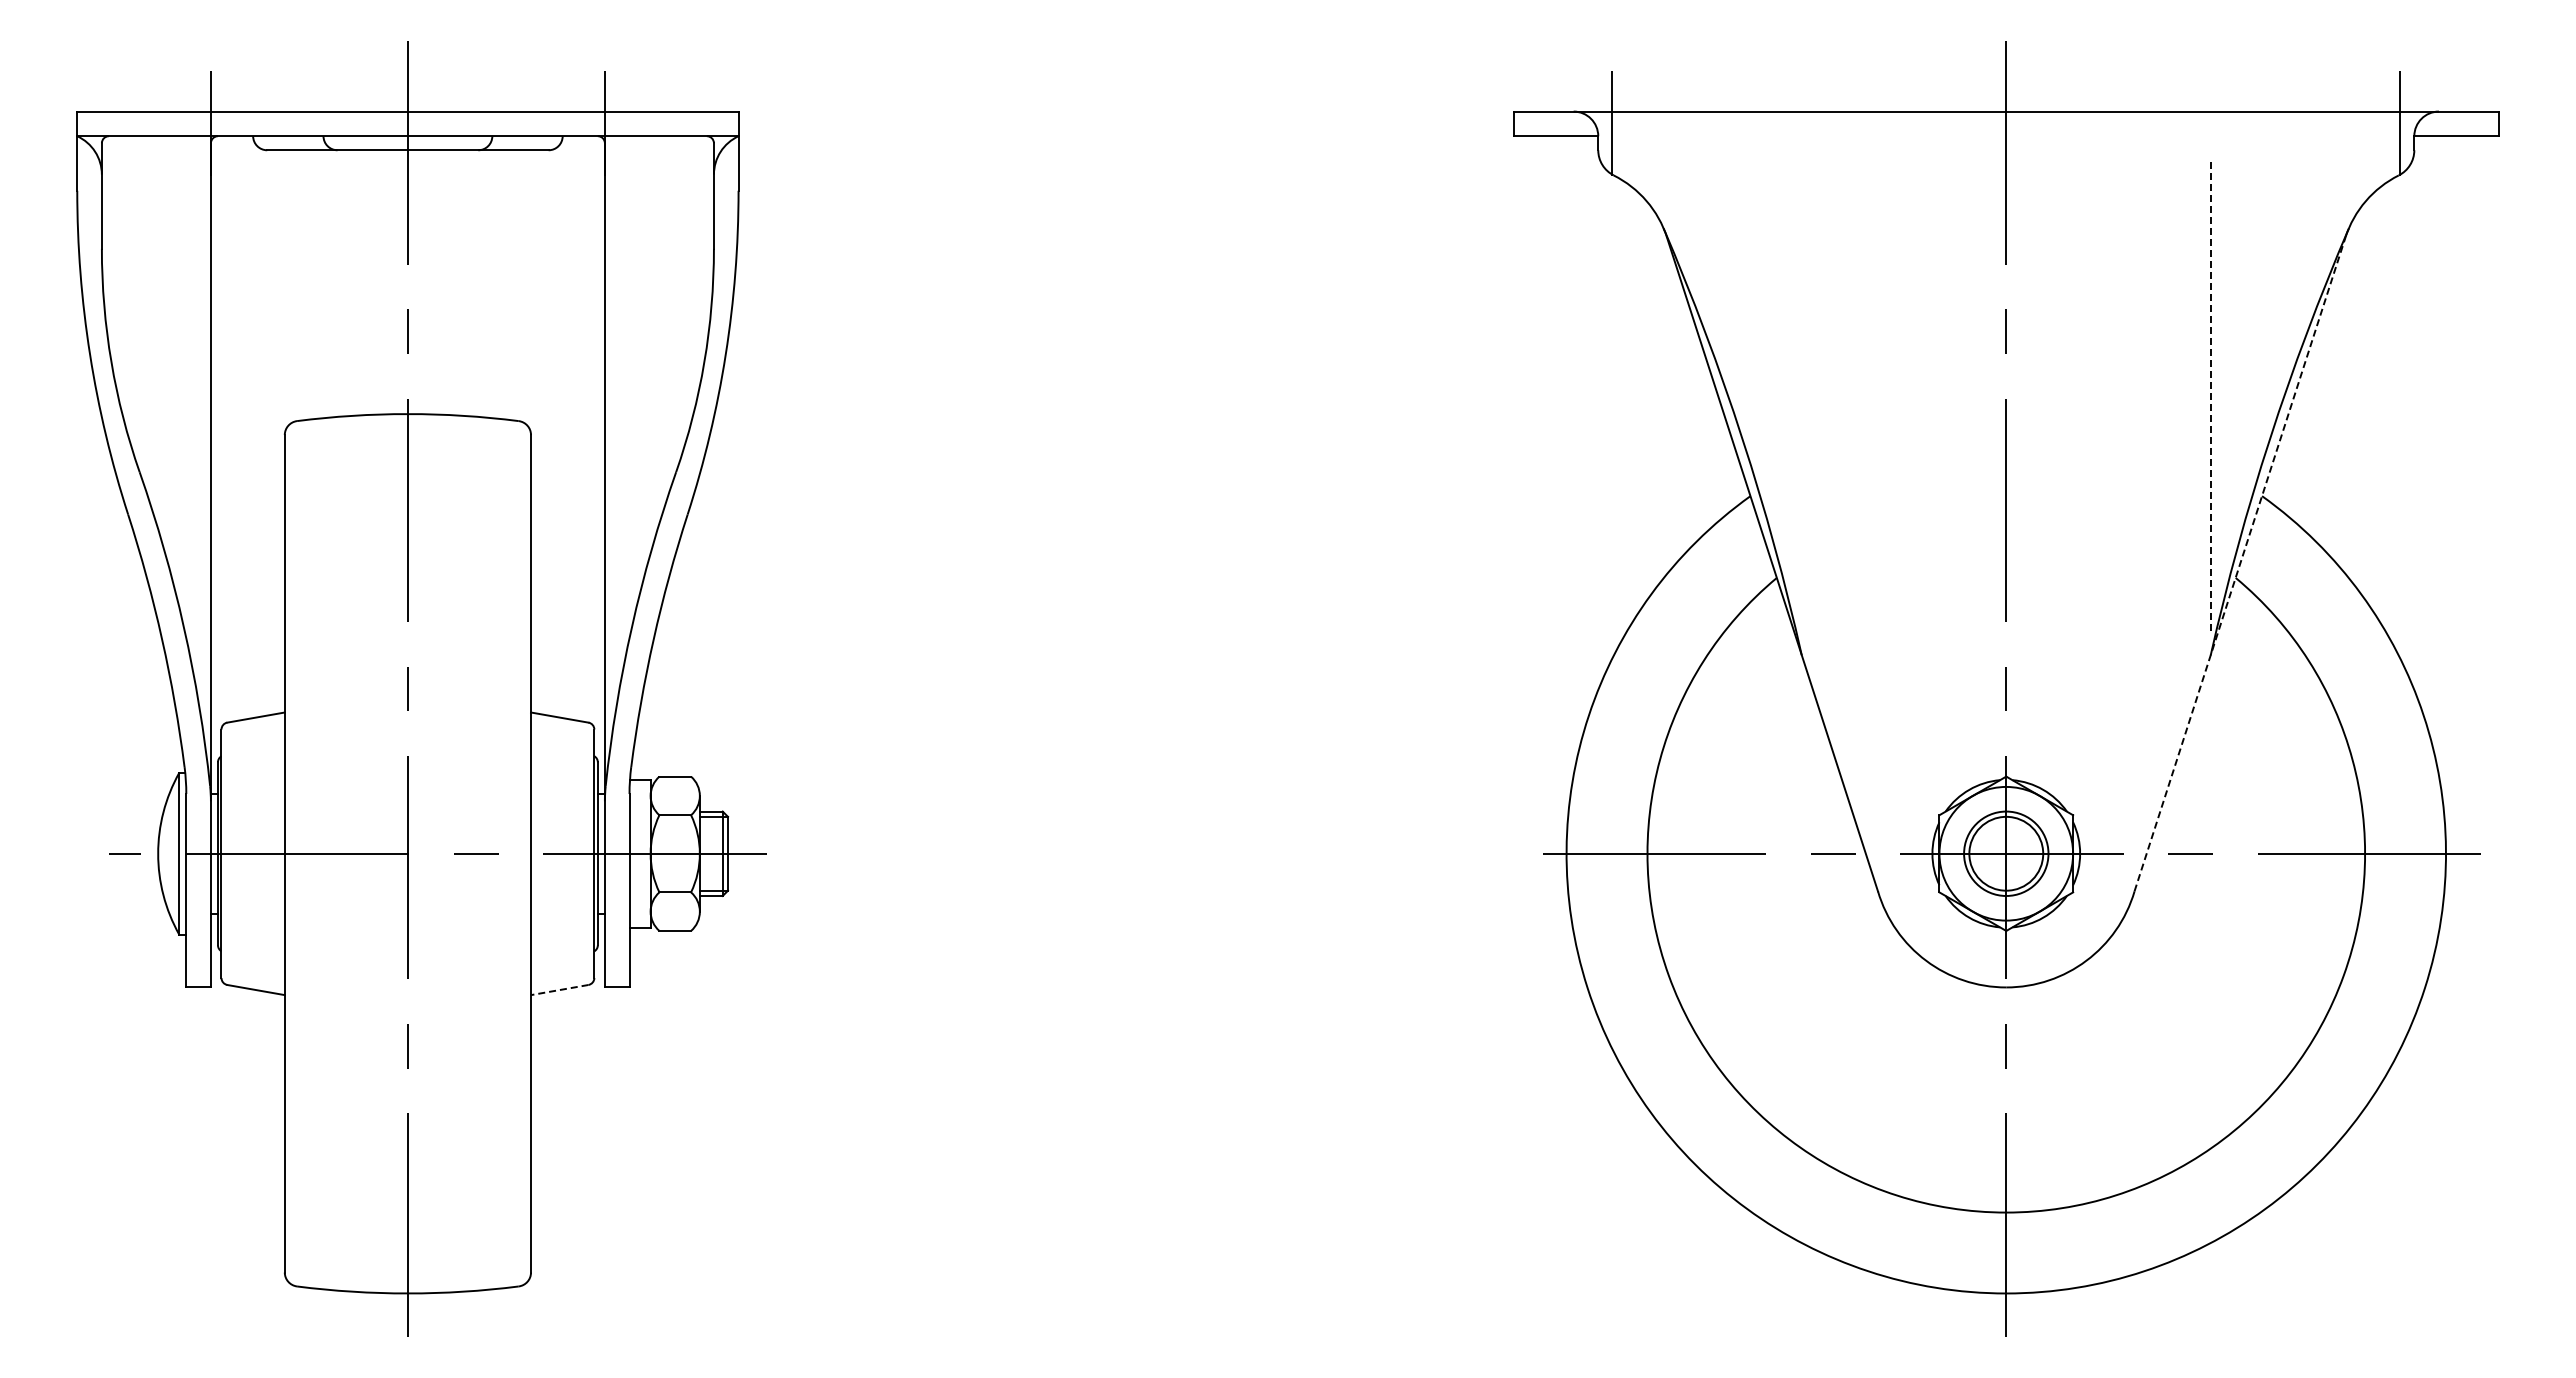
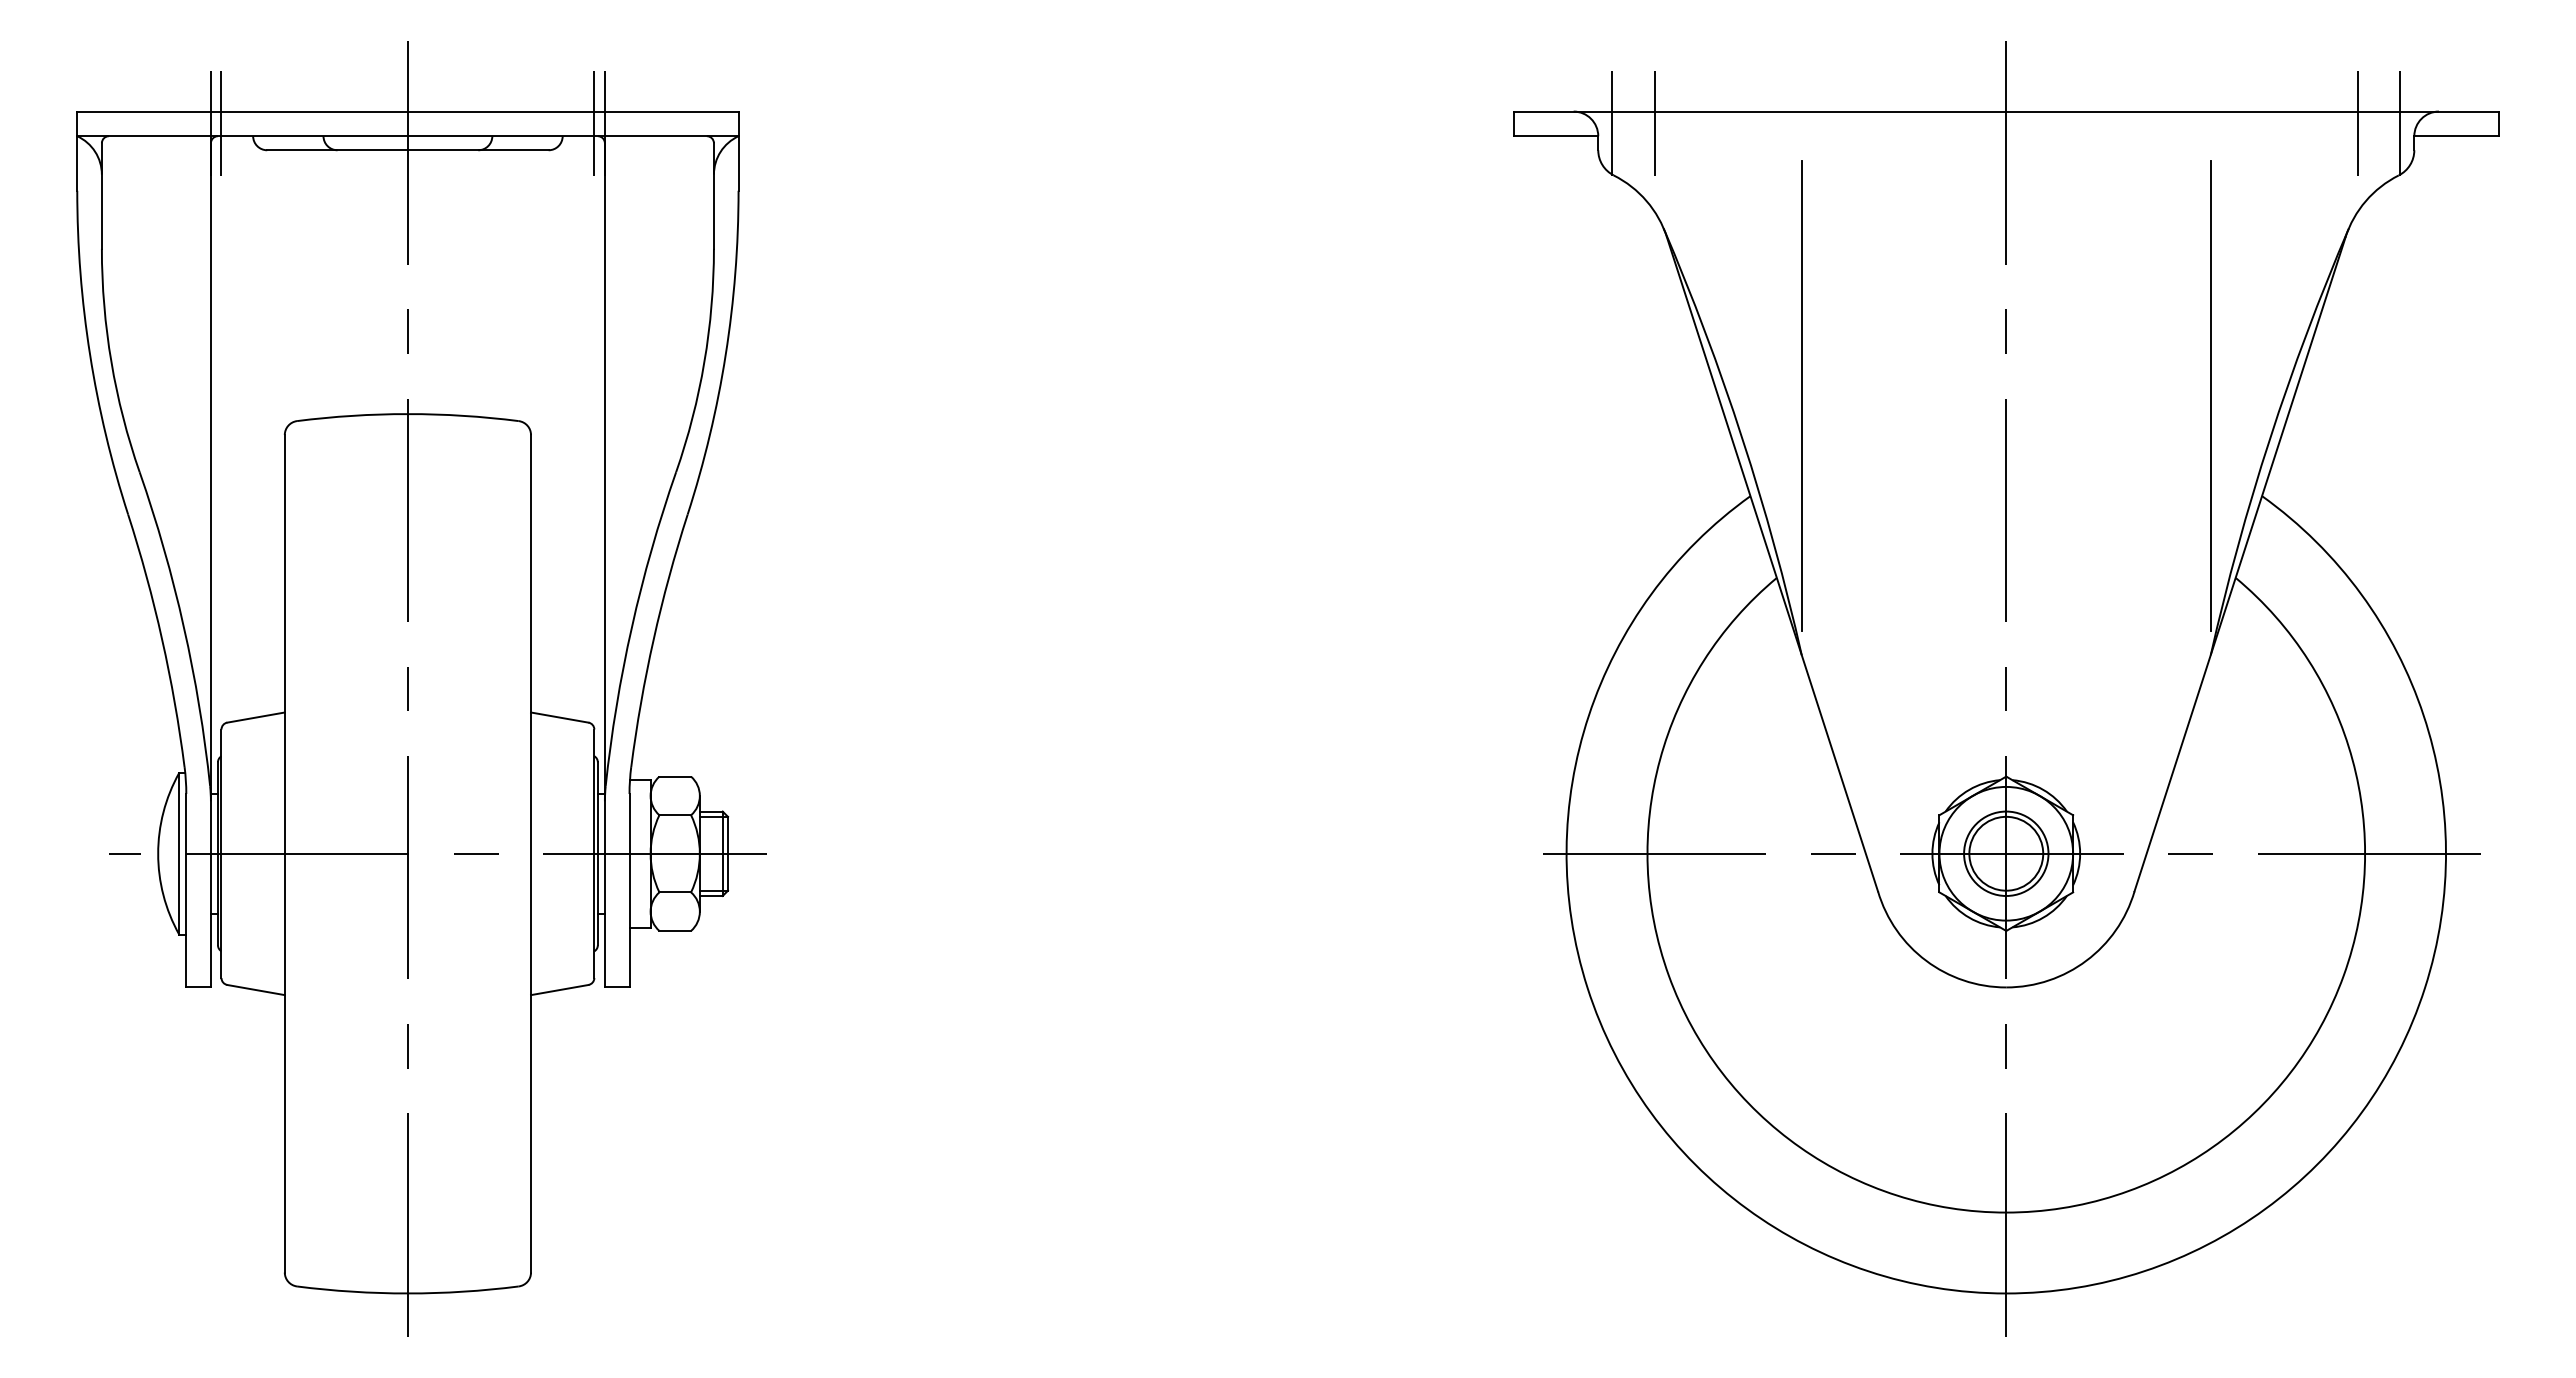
line at (221, 123): none -> present
line at (594, 123): none -> present
line at (1654, 123): none -> present
line at (2358, 123): none -> present
line at (1801, 395): none -> present
line at (2210, 396): dashed -> solid
line at (2240, 564): dashed -> solid
line at (559, 990): dashed -> solid
